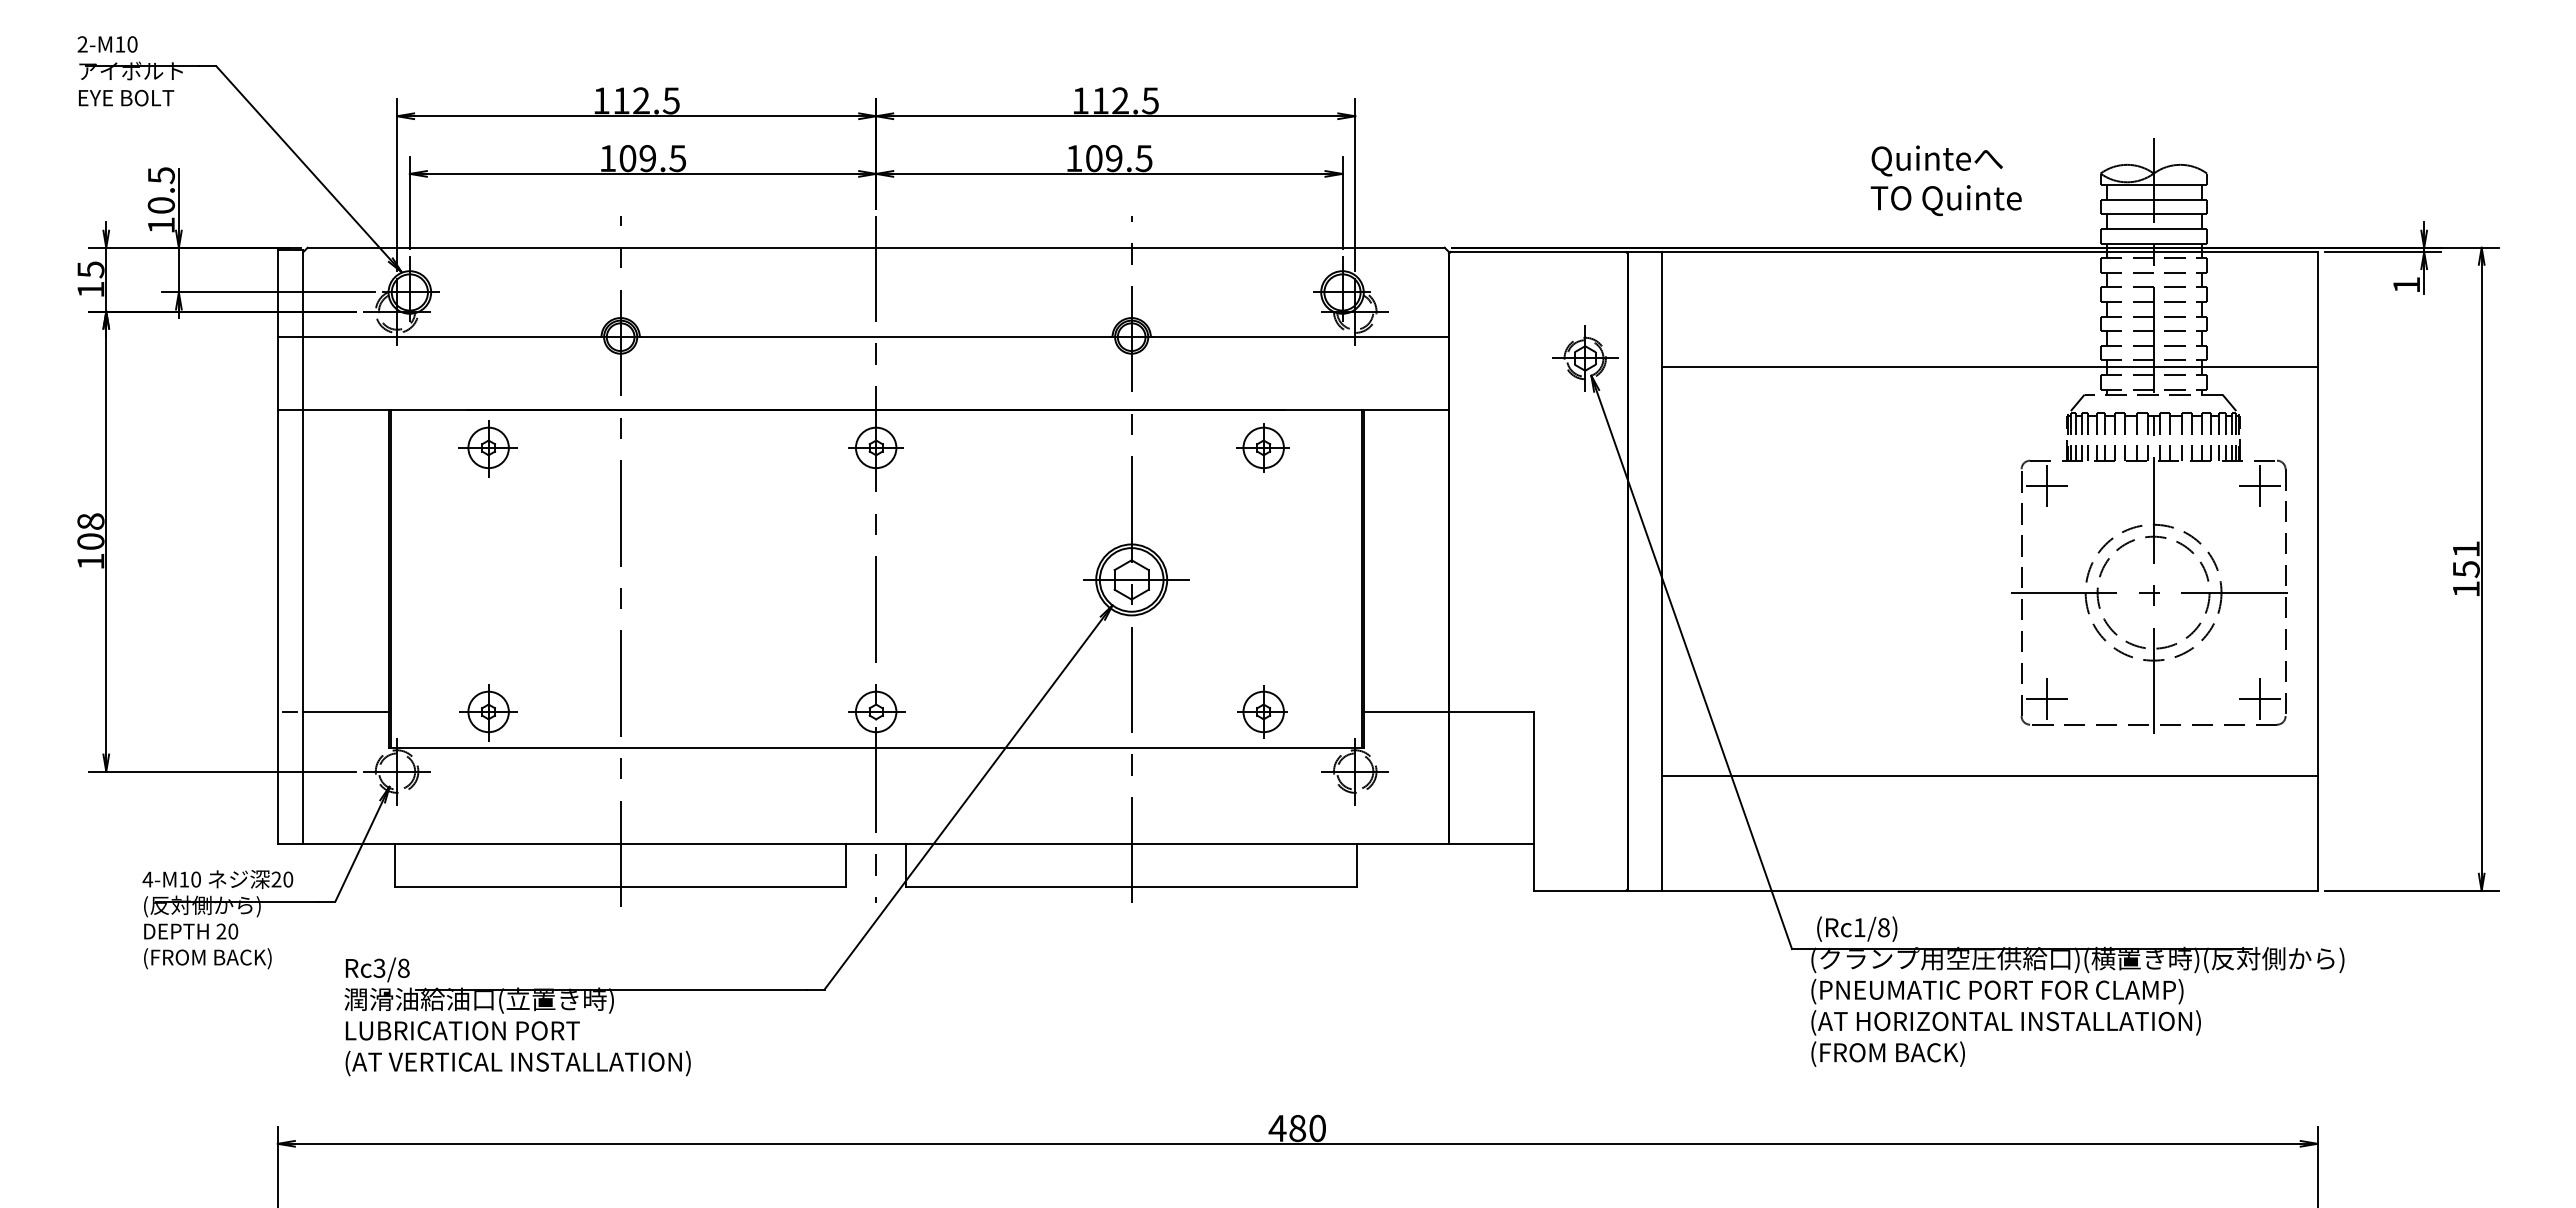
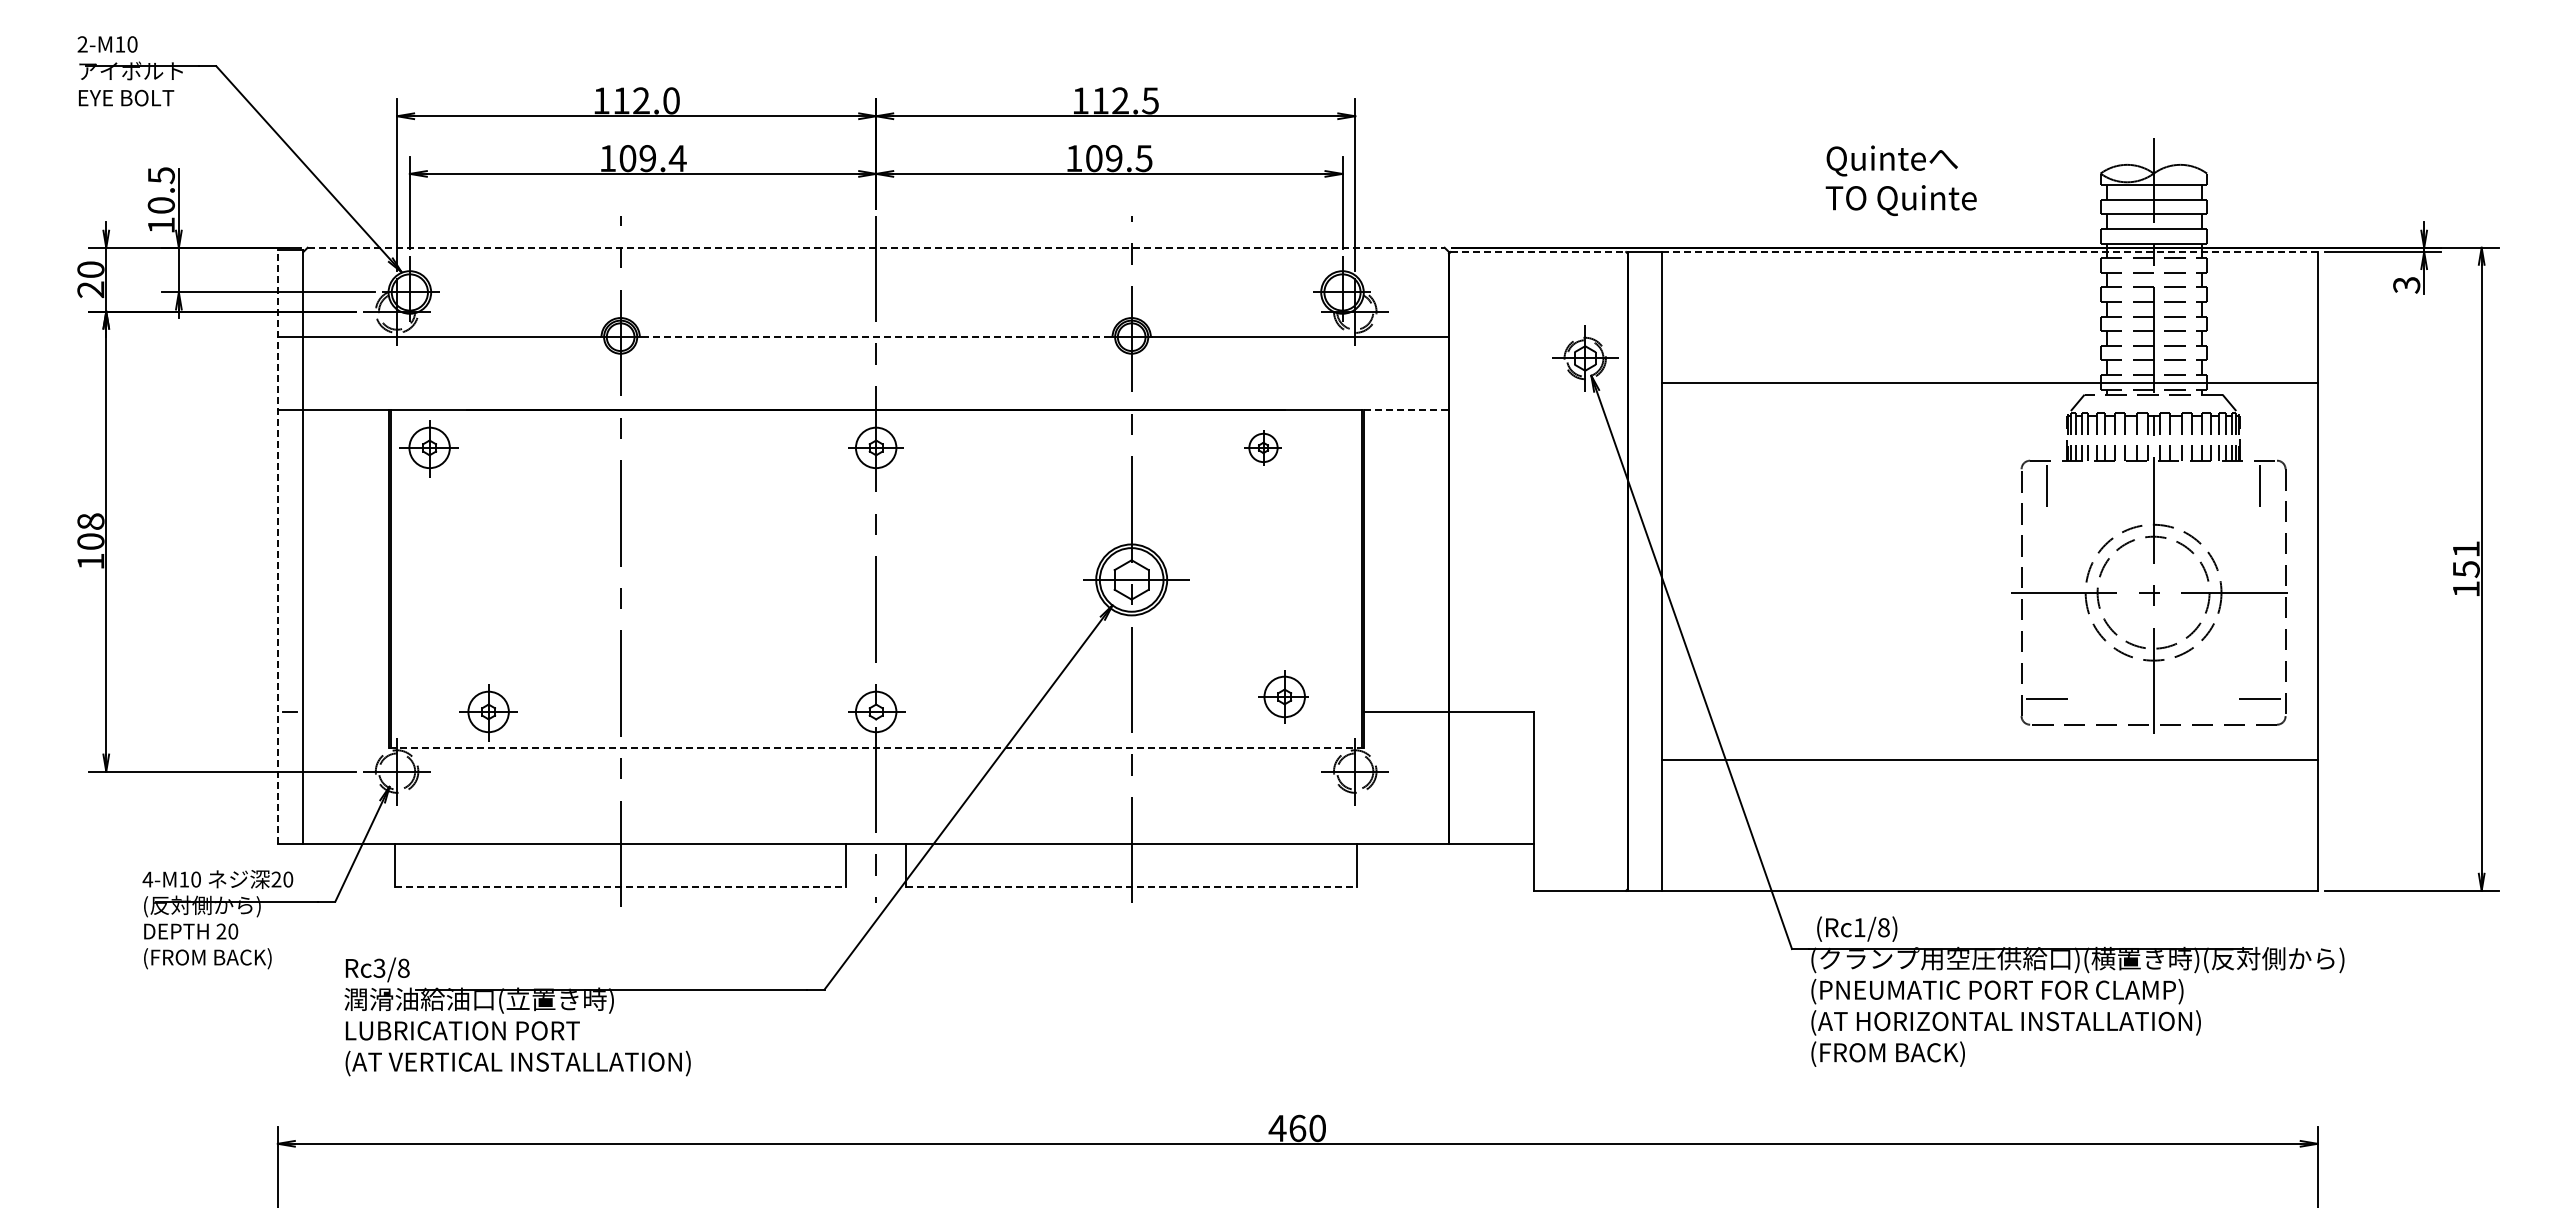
text at (670, 100): 112.5 -> 112.0
text at (677, 158): 109.5 -> 109.4
text at (1945, 180) position: (1945, 180) -> (1900, 180)
line at (876, 247): solid -> dashed
line at (1538, 252): solid -> dashed
line at (1989, 252): solid -> dashed
text at (90, 279): 15 -> 20
text at (2406, 285): 1 -> 3
line at (875, 337): solid -> dashed
line at (1989, 367) position: (1989, 367) -> (1989, 383)
line at (1406, 409): solid -> dashed
part at (1262, 447) size: 54x50 px -> 38x36 px
part at (487, 448) position: (487, 448) -> (428, 448)
line at (2047, 486): present -> none
line at (2259, 486): present -> none
line at (277, 546): solid -> dashed
line at (2047, 699): present -> none
line at (2260, 699): present -> none
line at (345, 711): present -> none
part at (1262, 711) position: (1262, 711) -> (1283, 696)
line at (876, 748): solid -> dashed
line at (1989, 775) position: (1989, 775) -> (1989, 759)
line at (620, 886): solid -> dashed
line at (1131, 886): solid -> dashed
text at (1297, 1127): 480 -> 460
